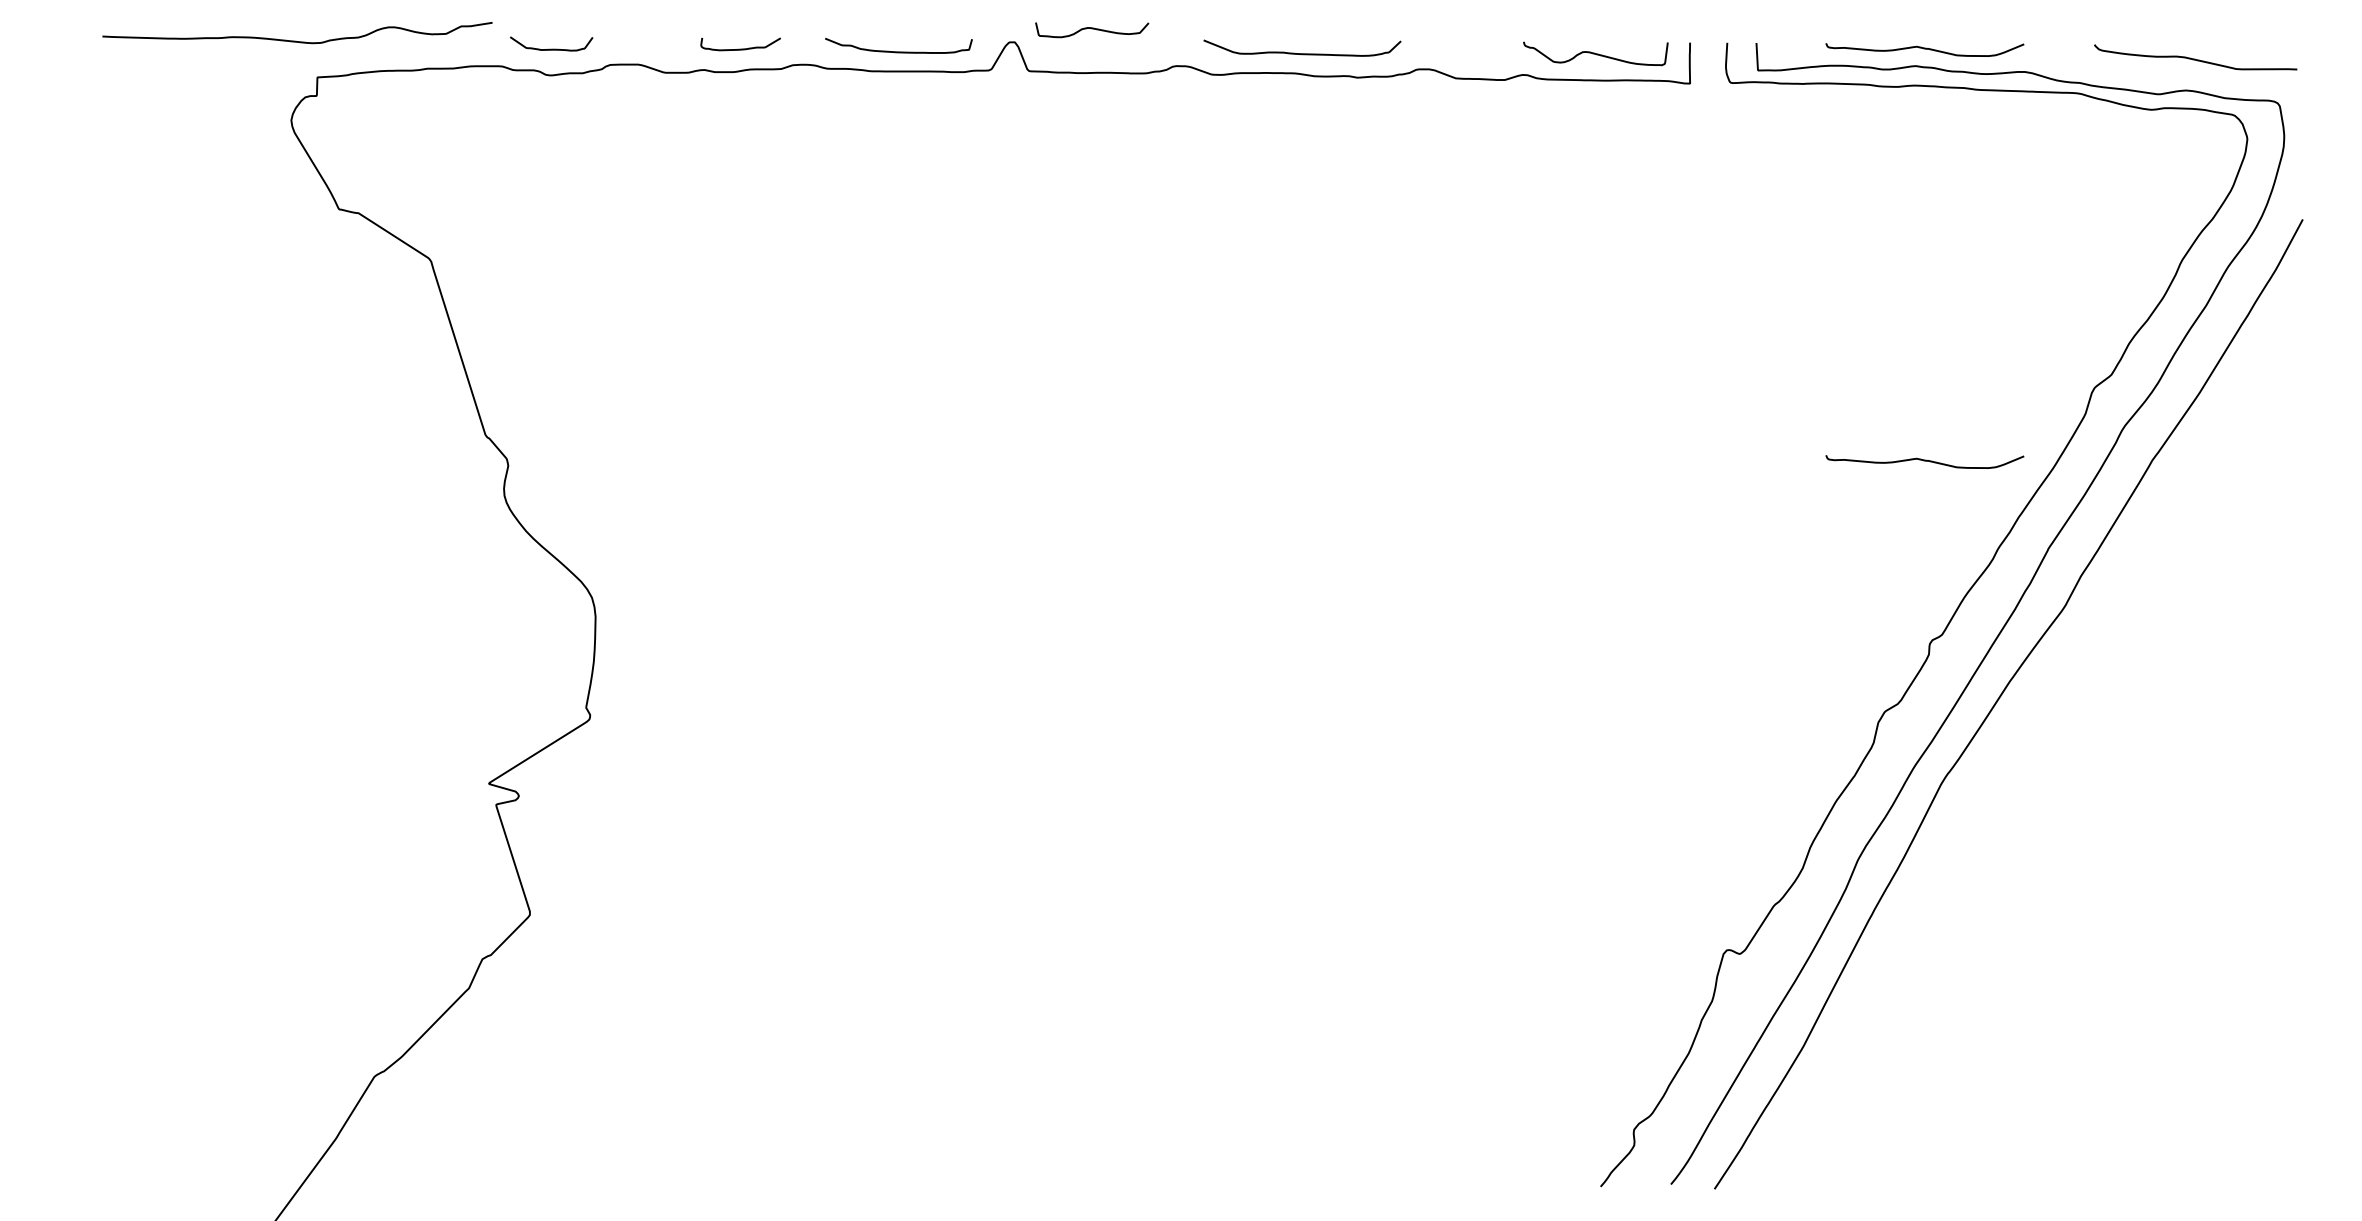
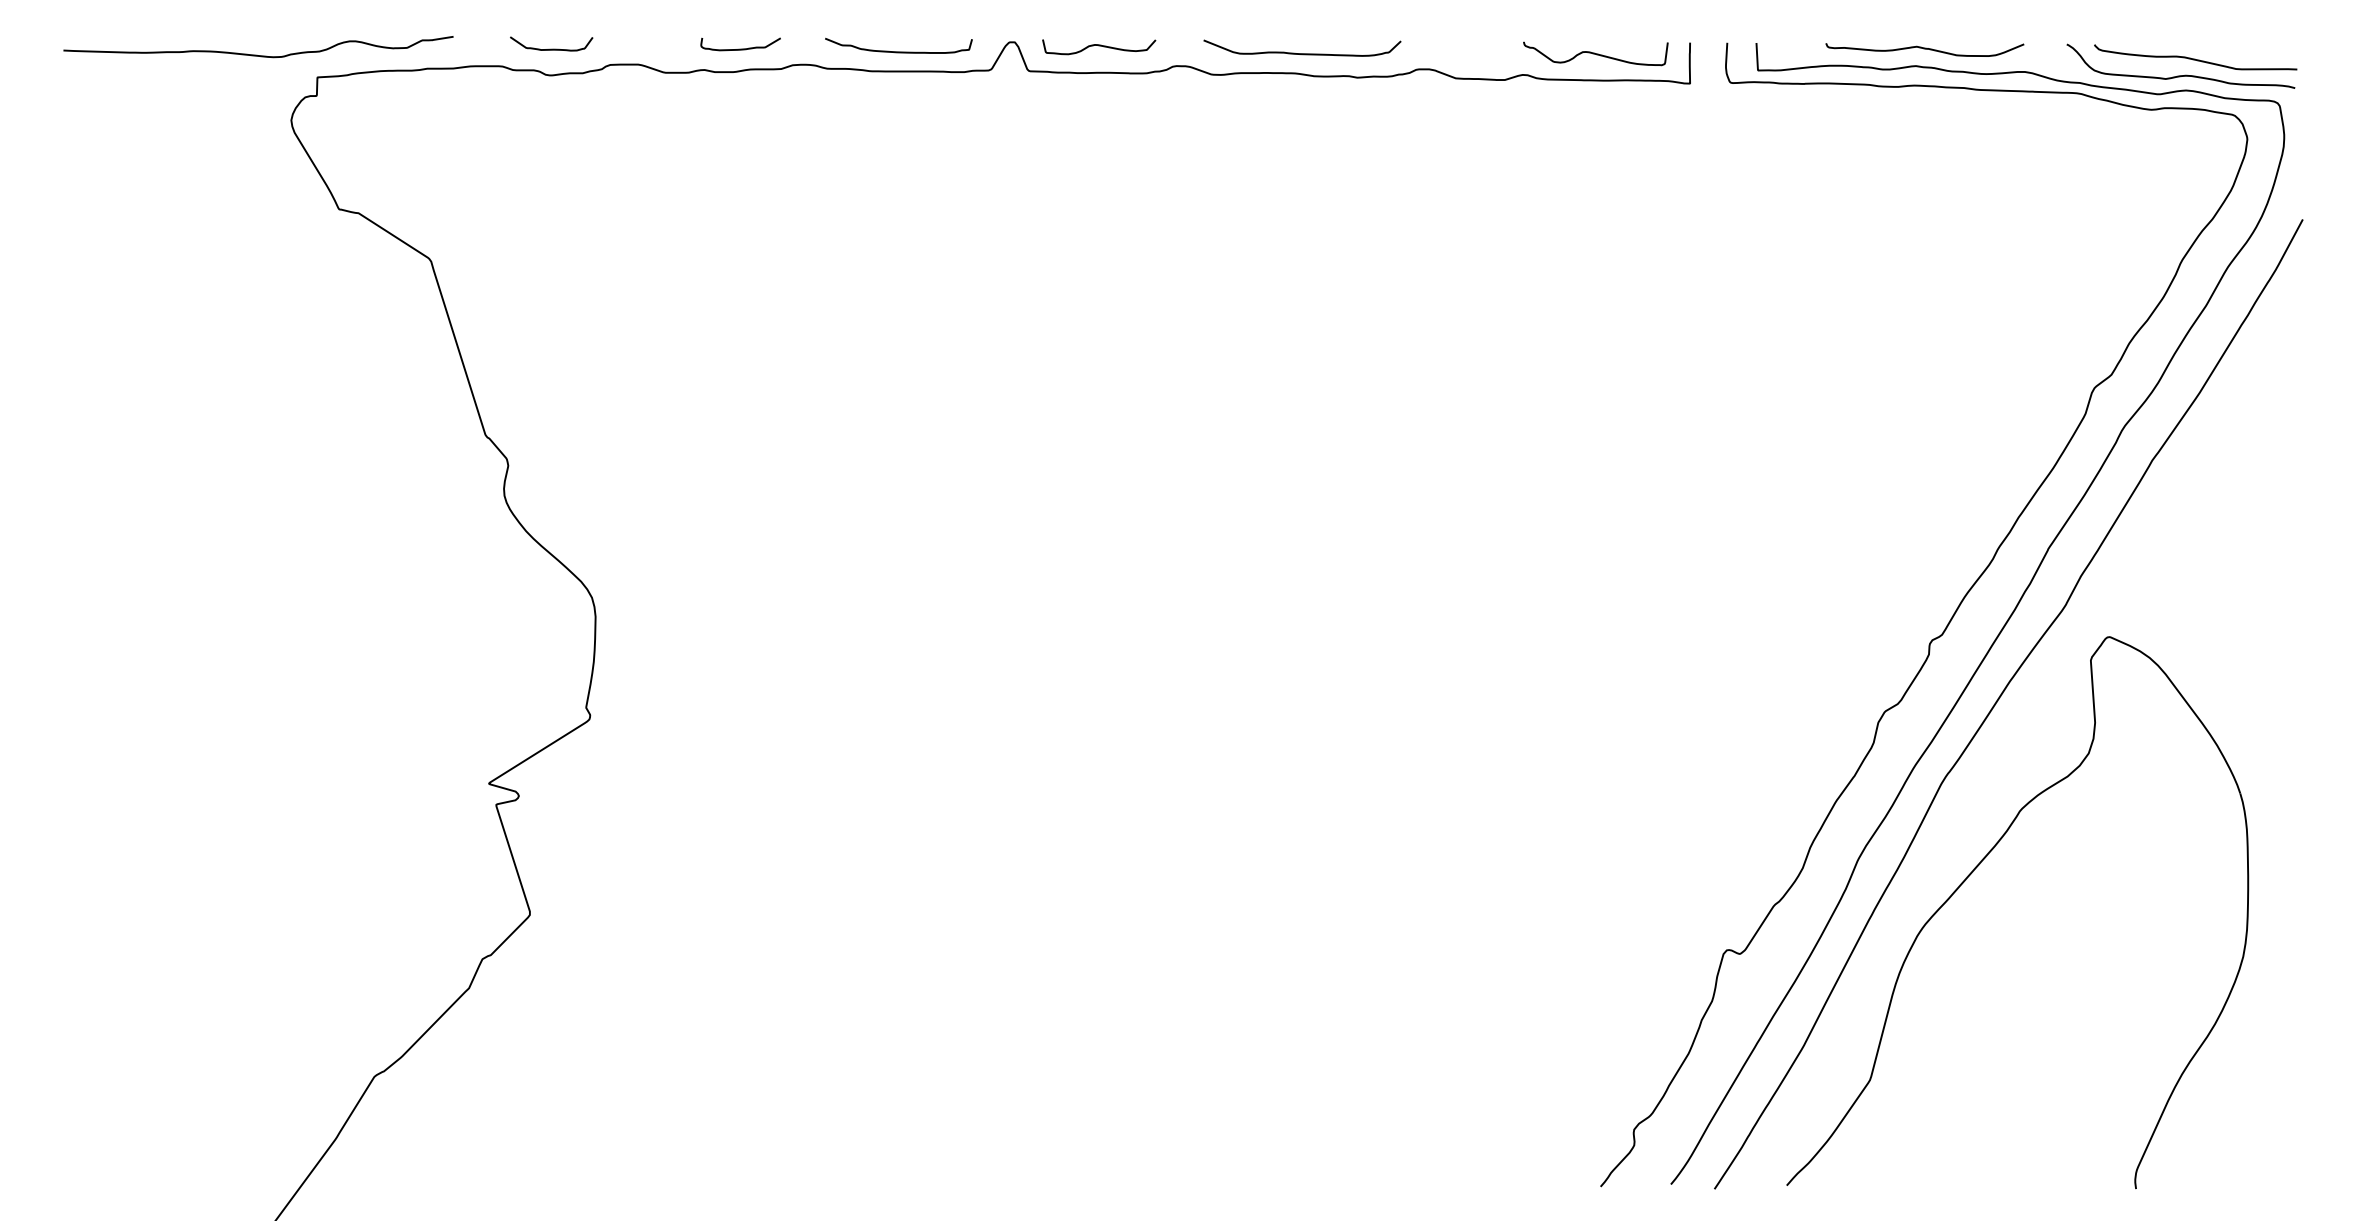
curve at (1092, 29) position: (1092, 29) -> (1099, 46)
curve at (296, 40) position: (296, 40) -> (257, 54)
curve at (2180, 75): none -> present
curve at (1924, 461): present -> none
part at (1972, 873): none -> present
